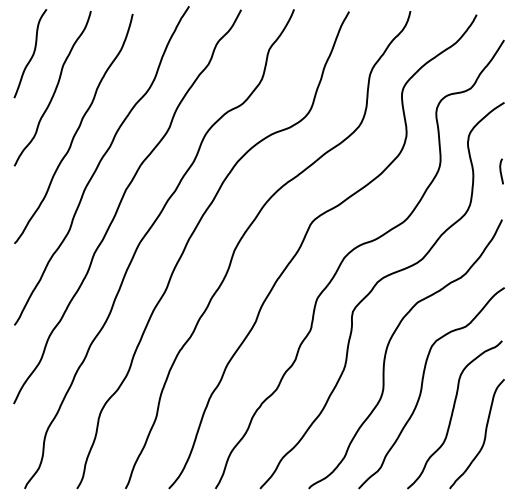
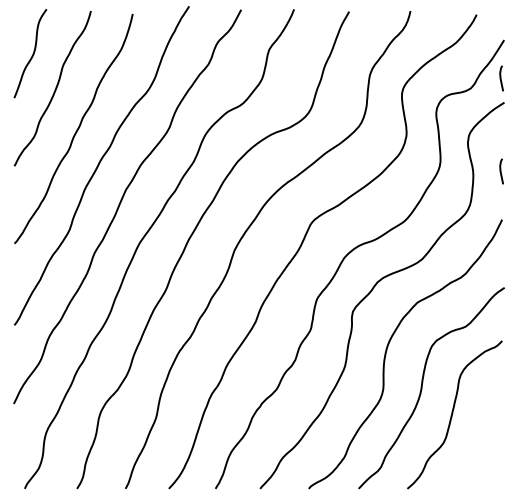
curve at (501, 78): none -> present
curve at (484, 434): present -> none
